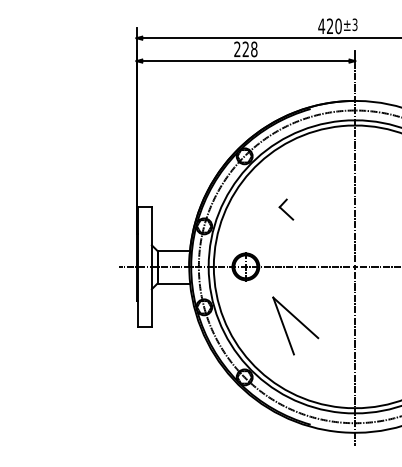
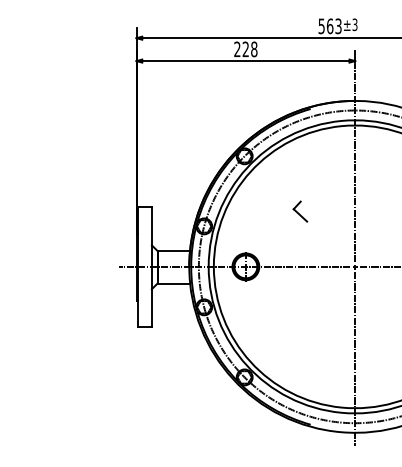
text at (329, 26): 420 -> 563
part at (286, 209) position: (286, 209) -> (300, 211)
part at (295, 325): present -> none
